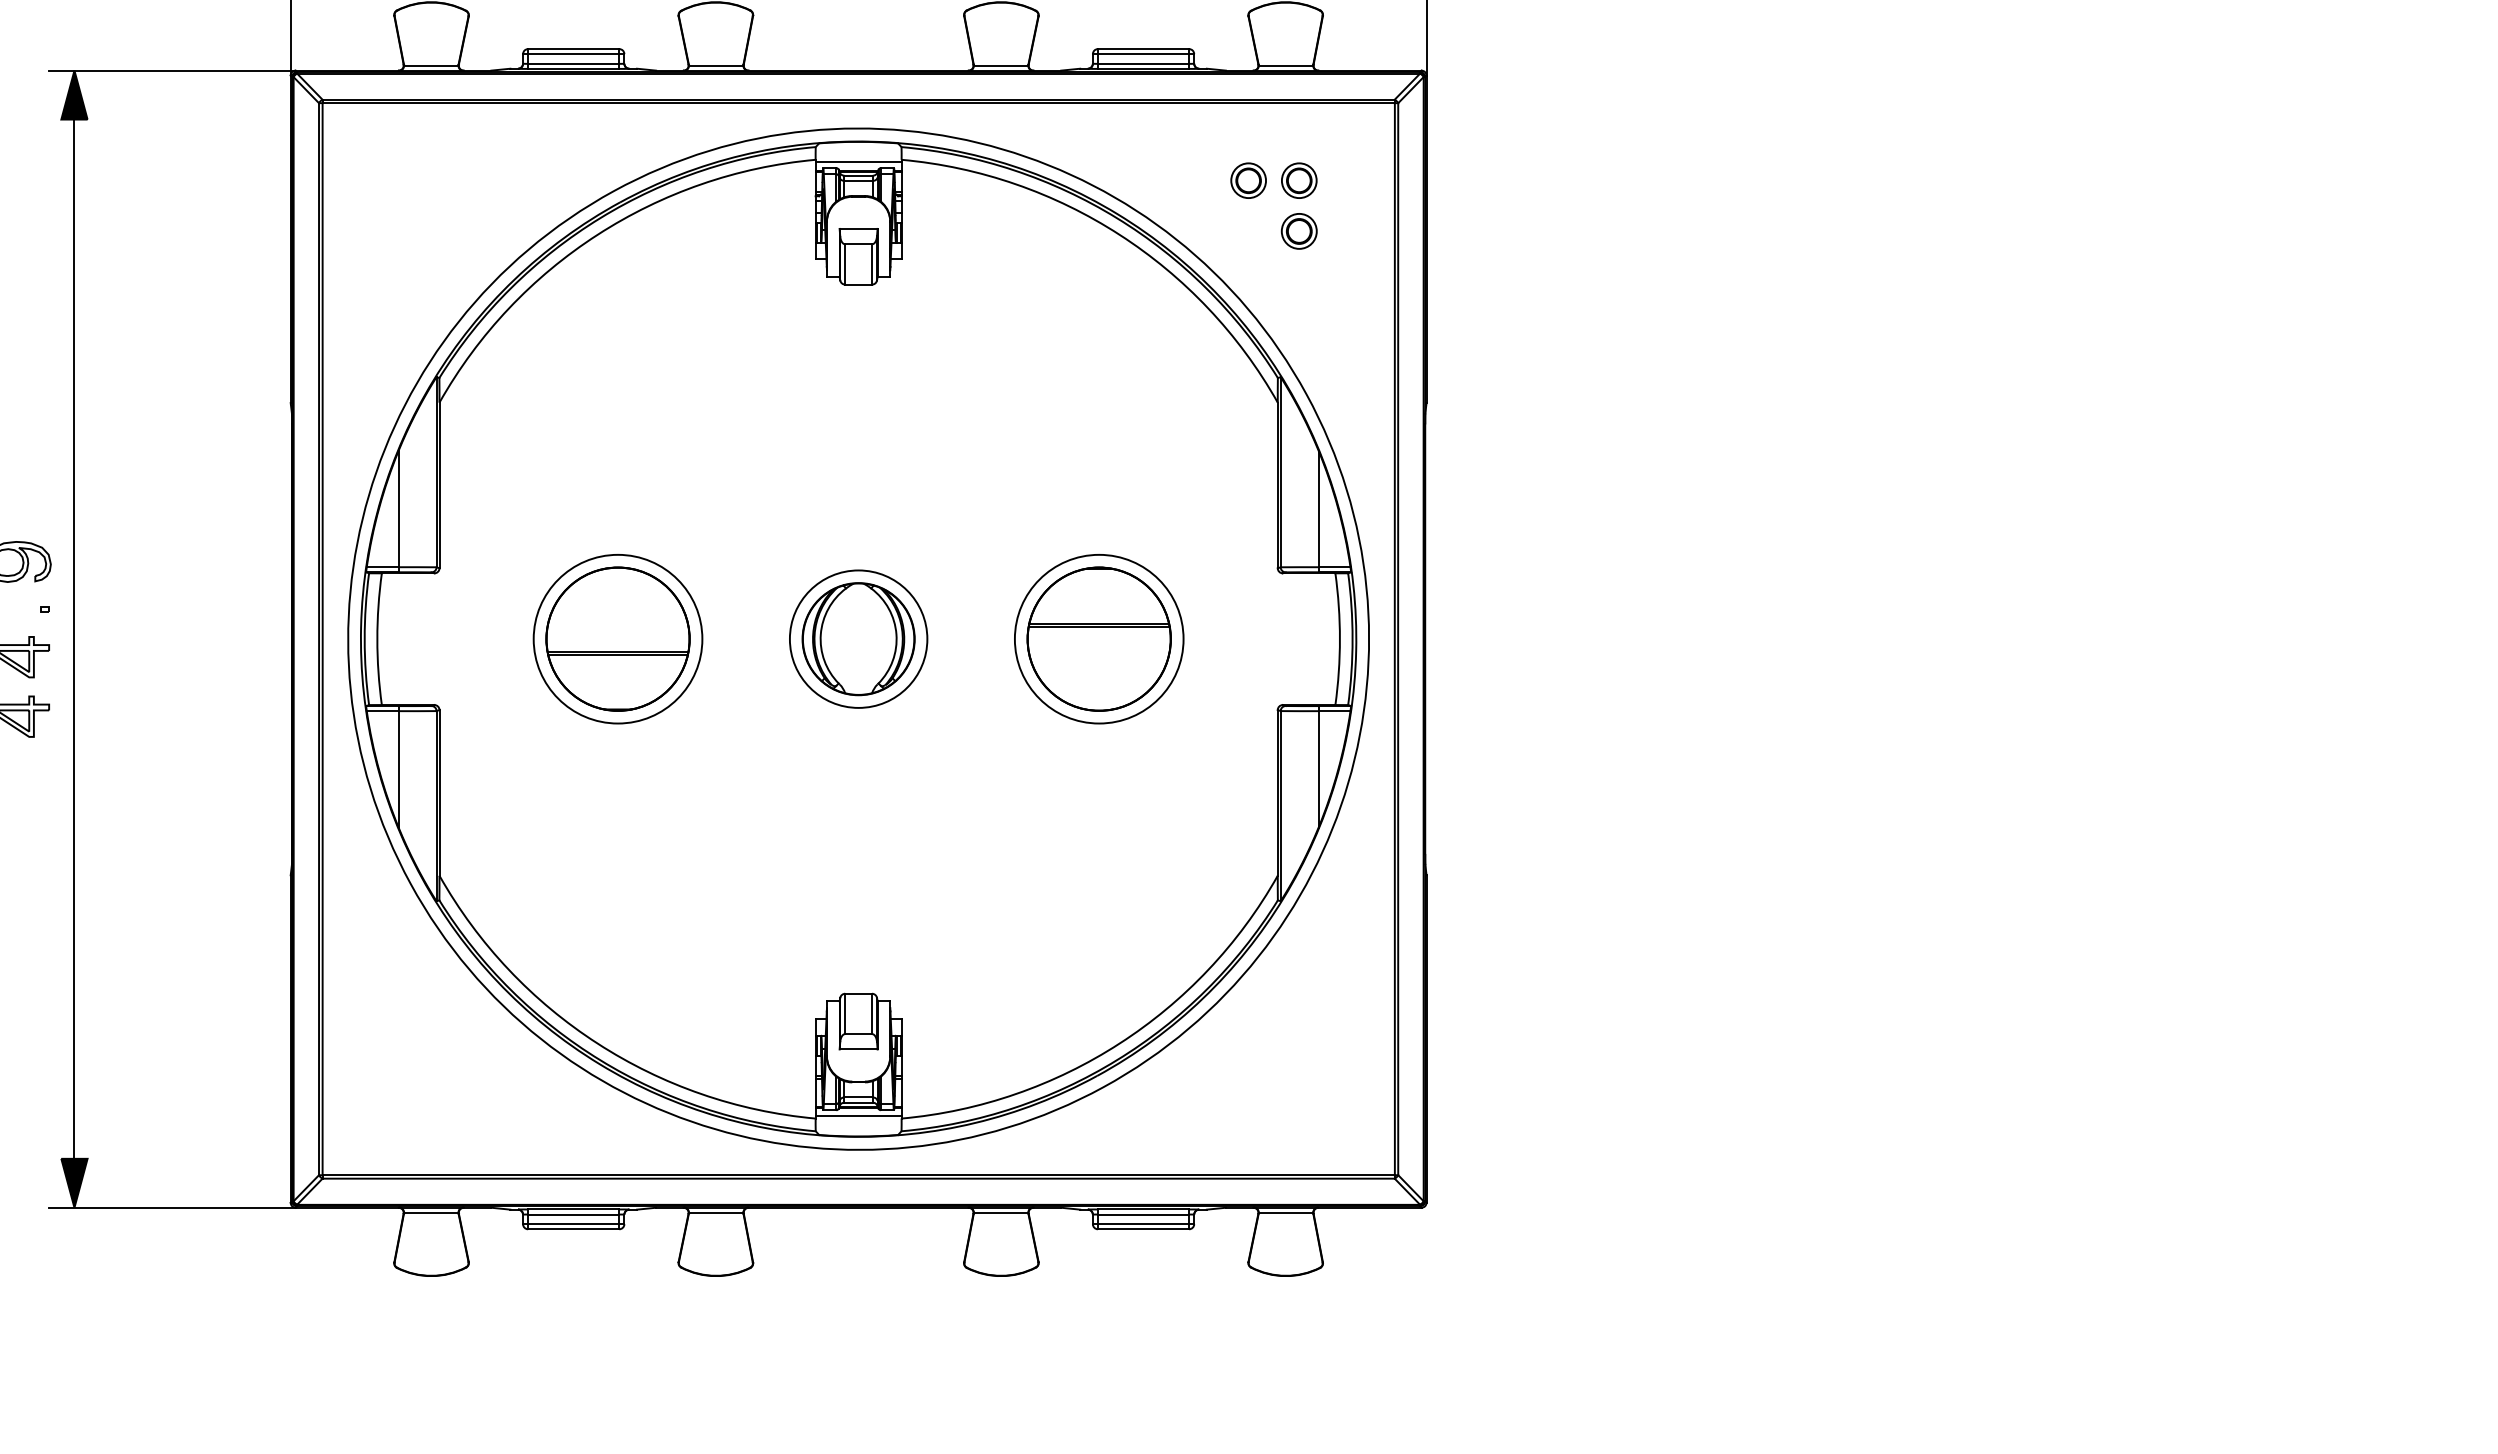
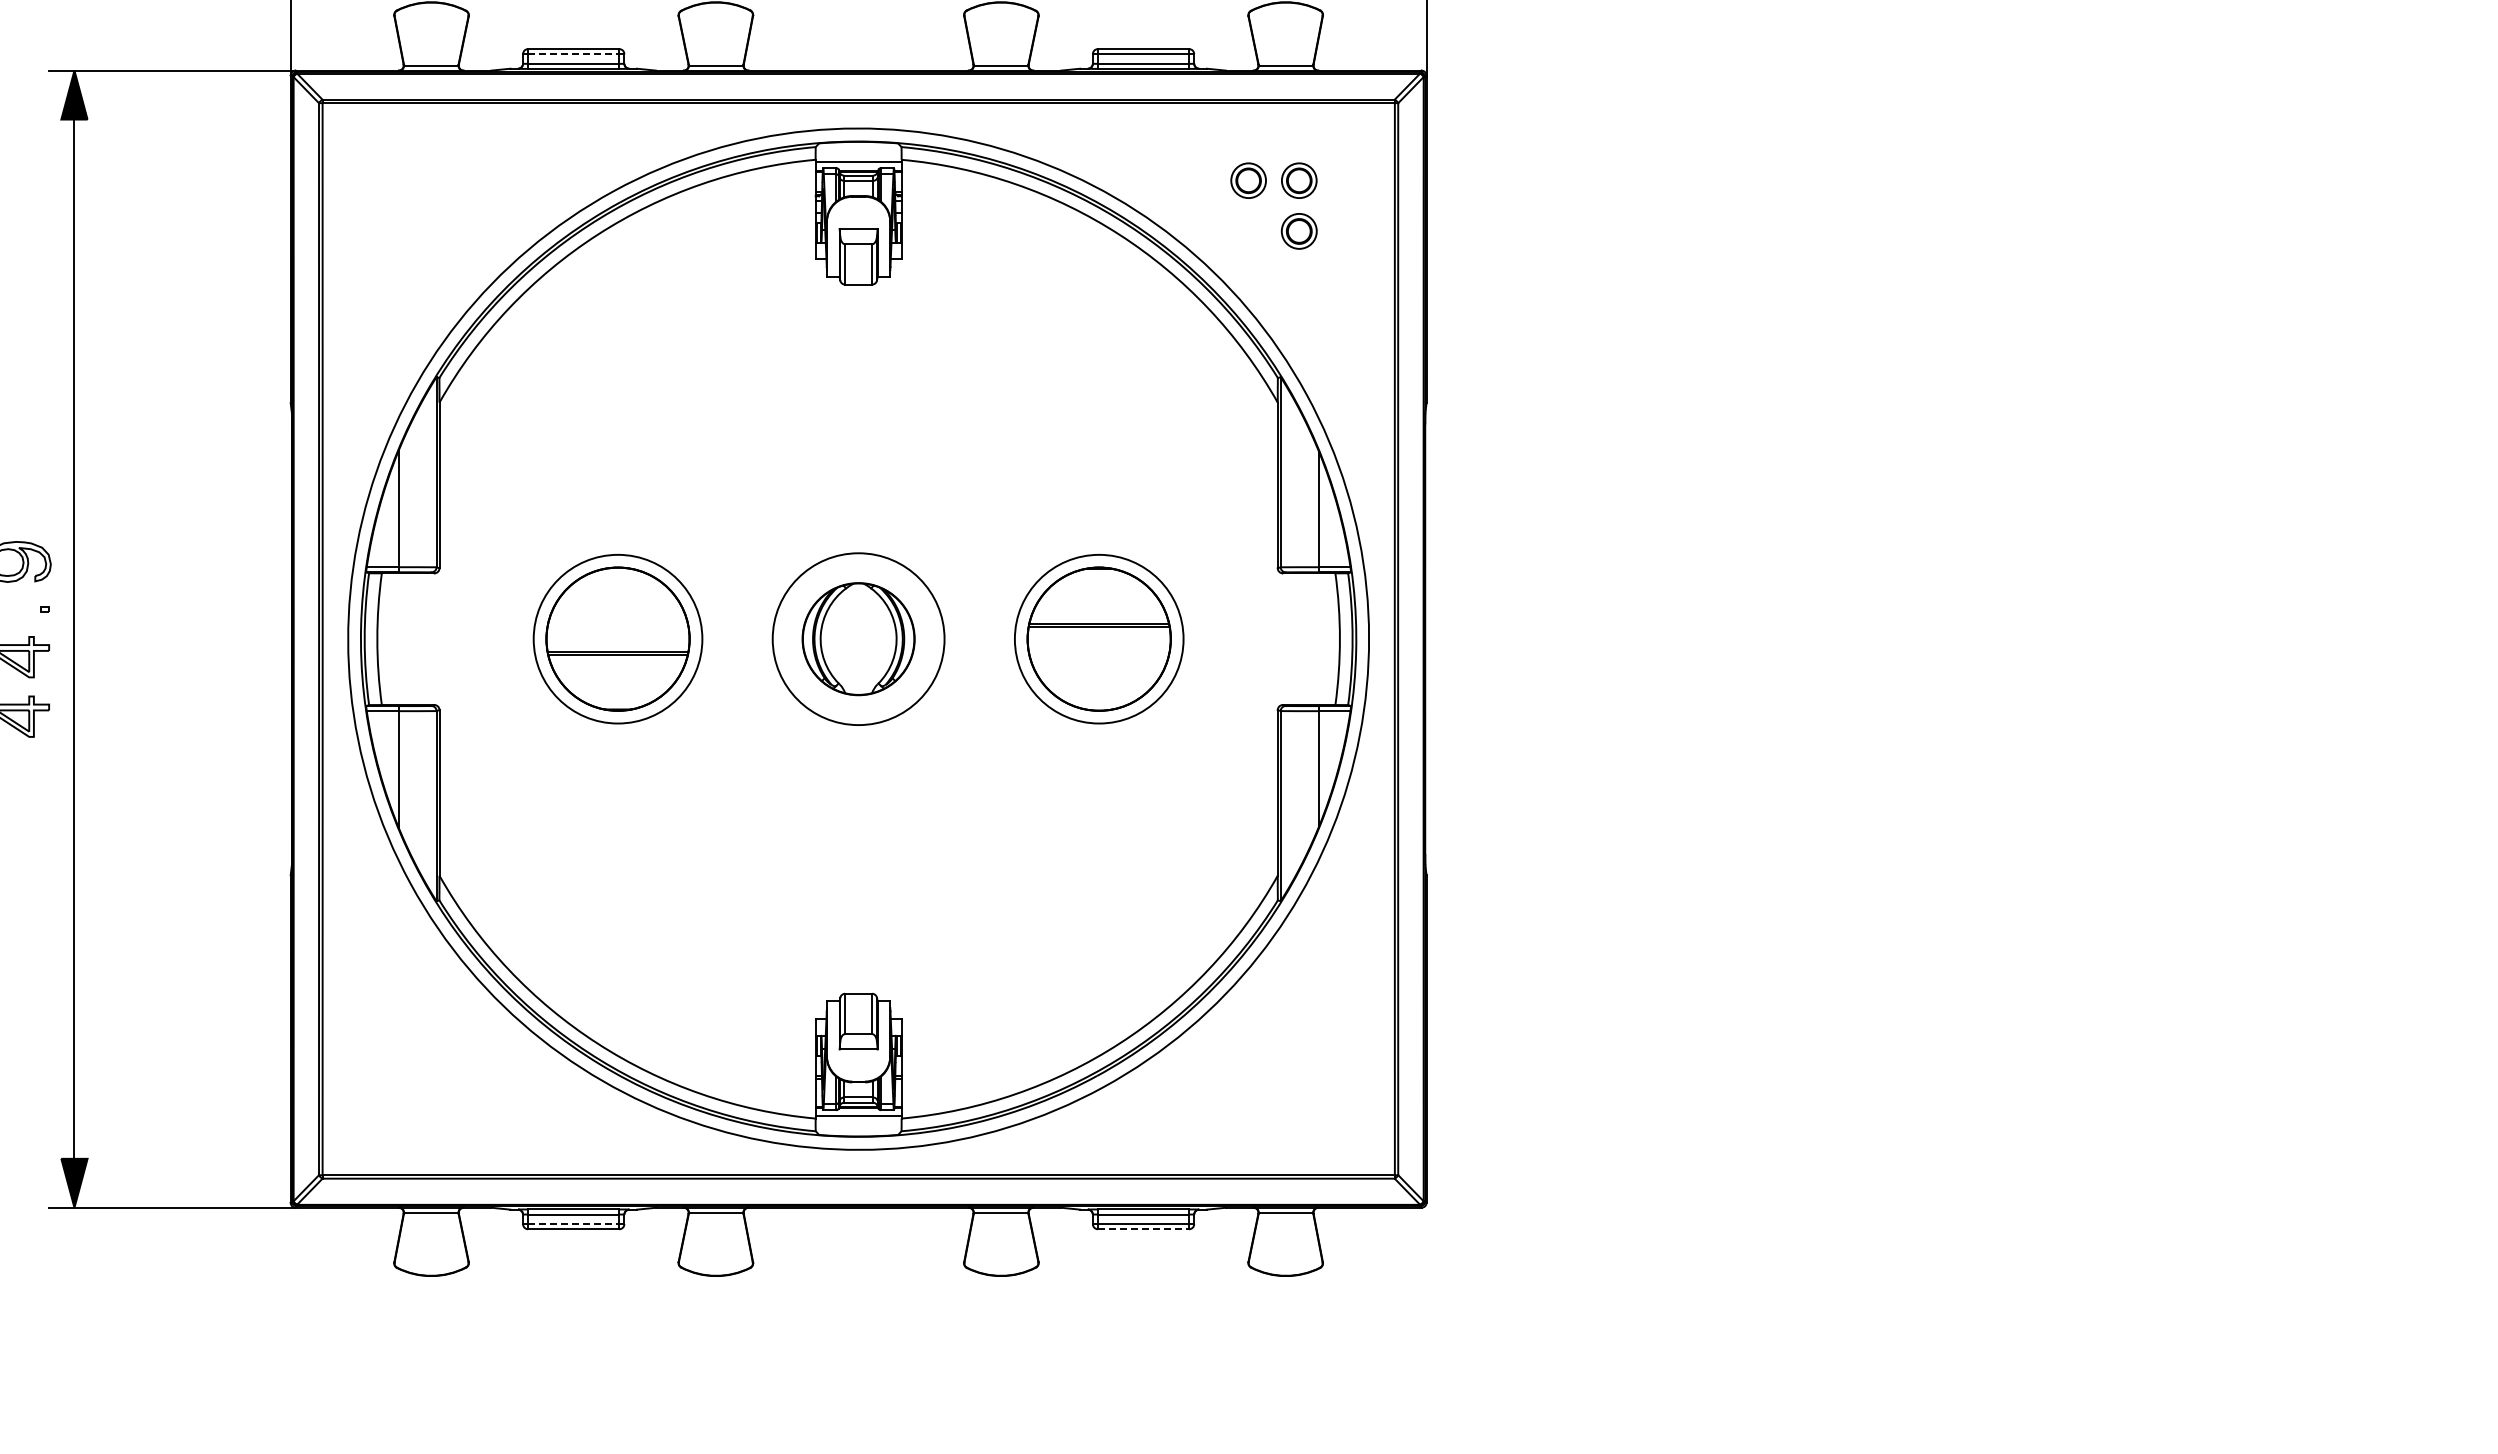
line at (573, 54): solid -> dashed
circle at (858, 638) diameter: 137 px -> 172 px
line at (573, 1224): solid -> dashed
line at (1143, 1229): solid -> dashed
